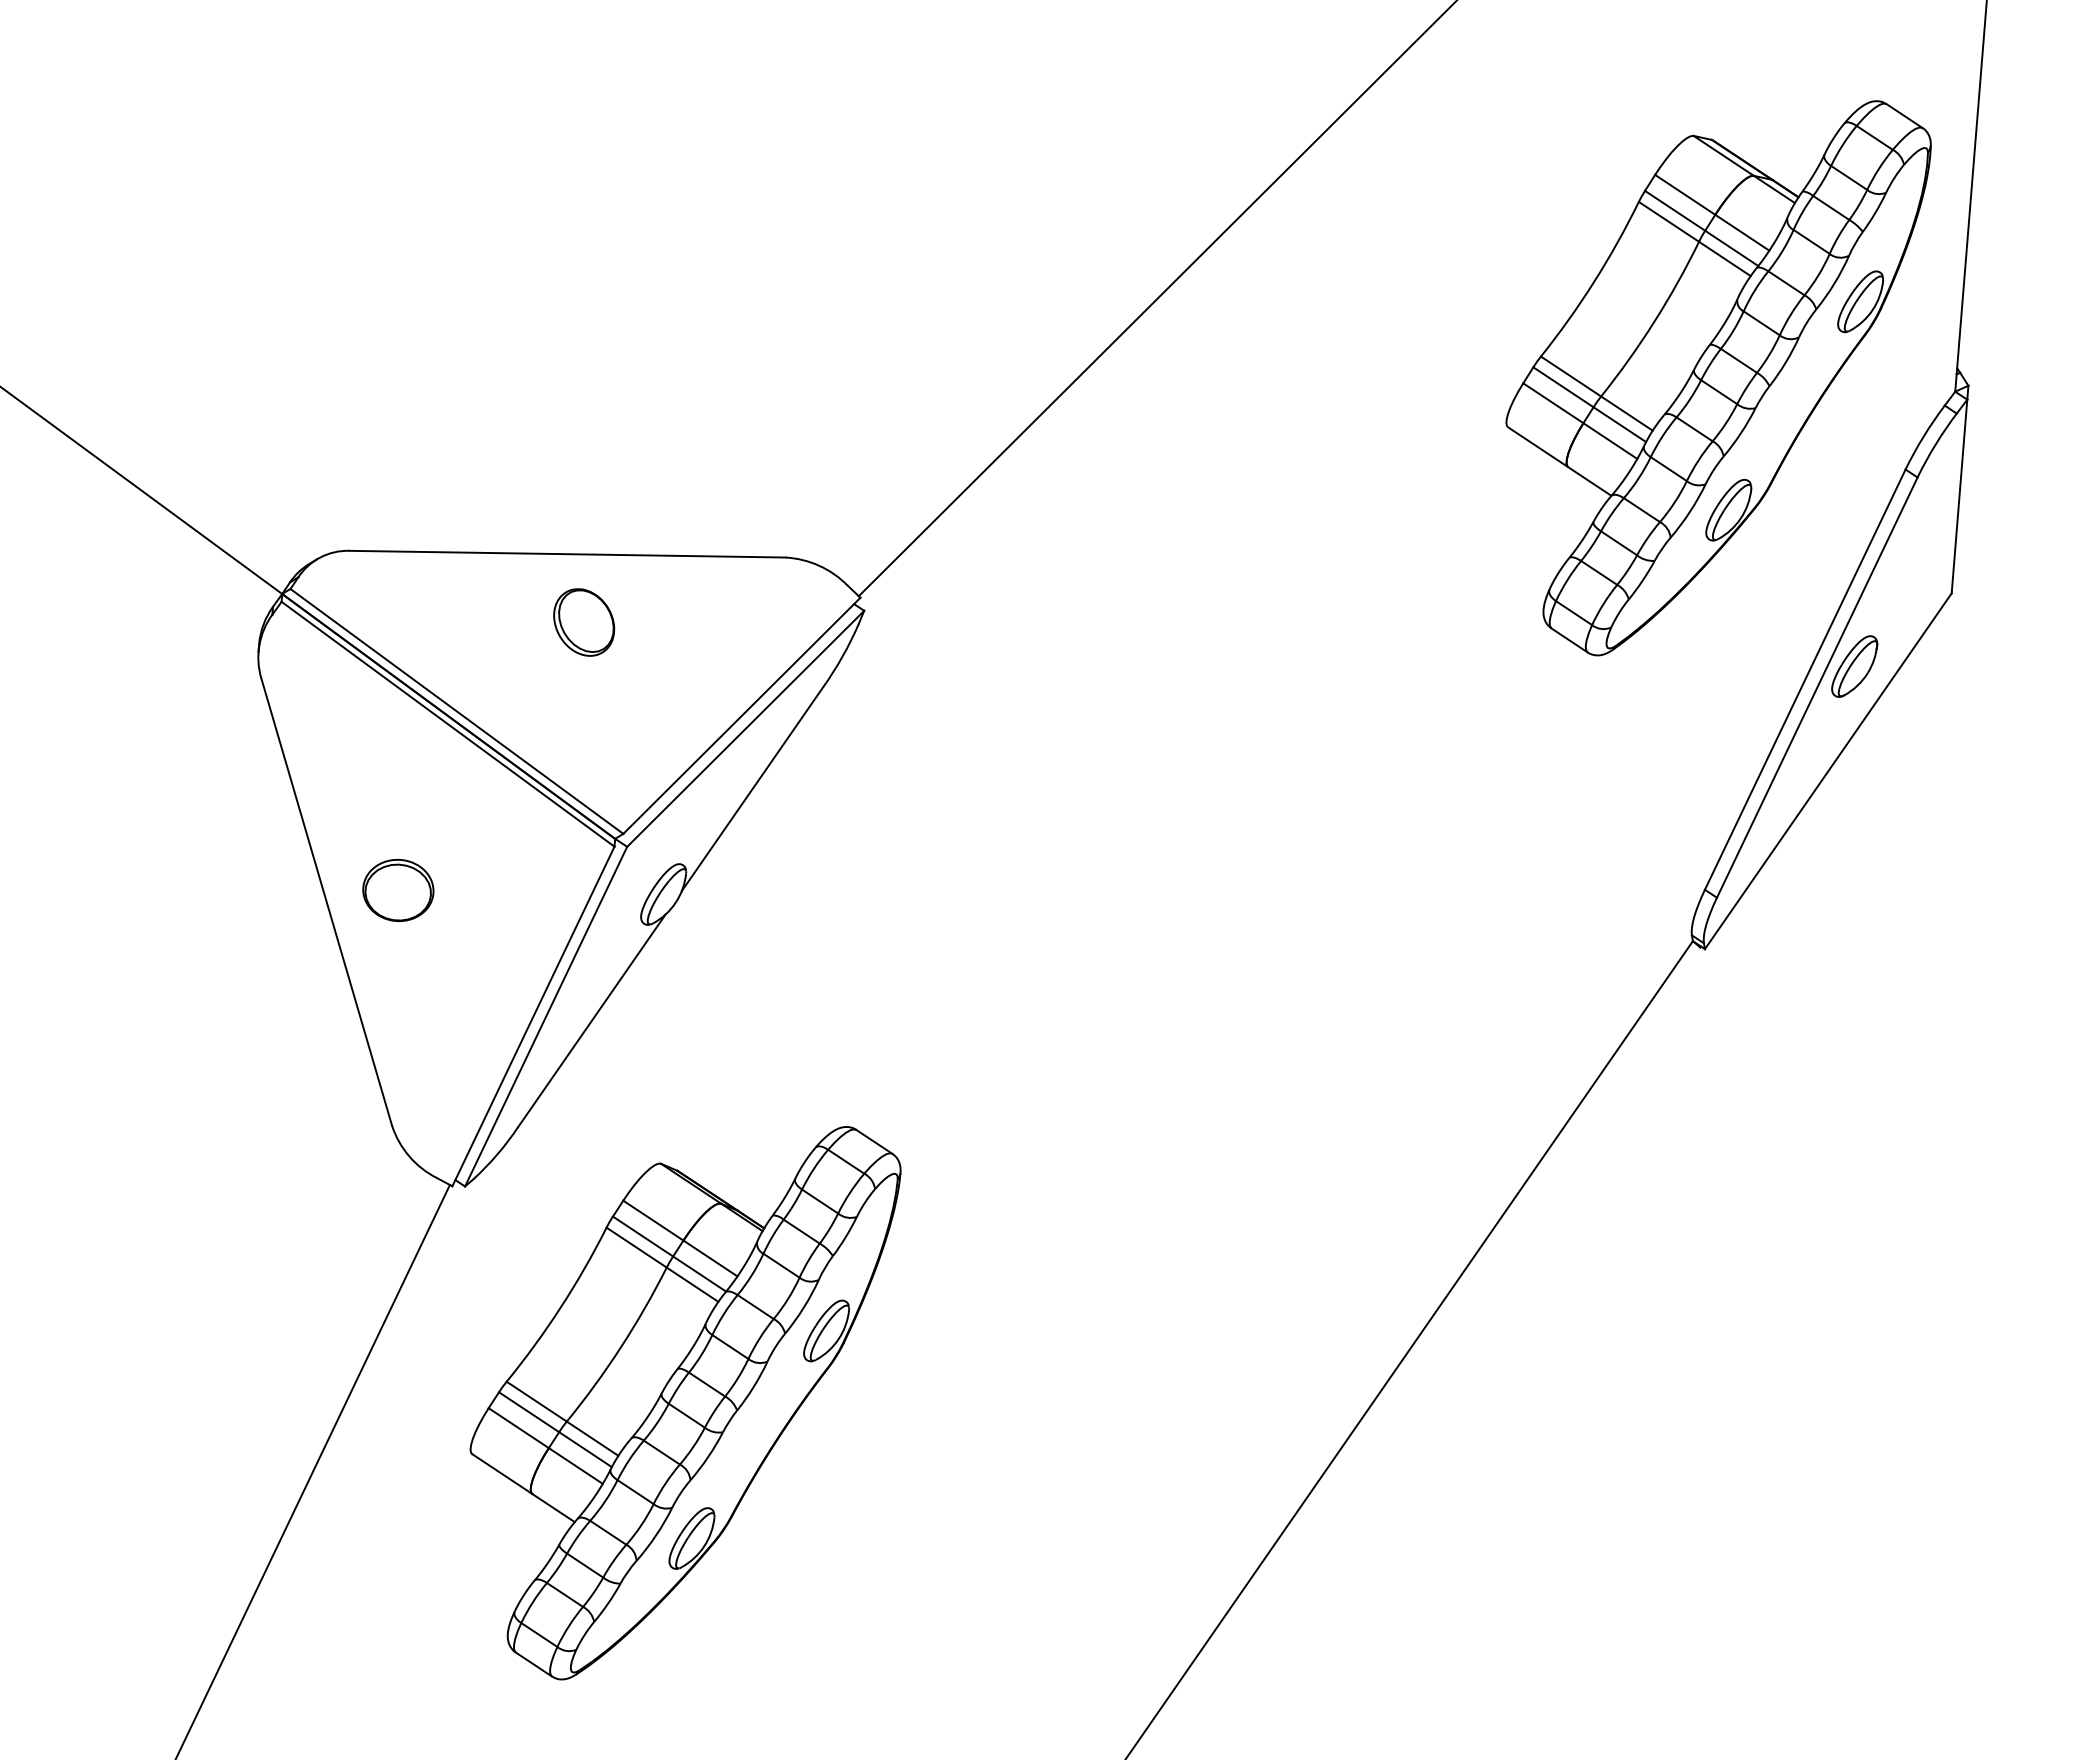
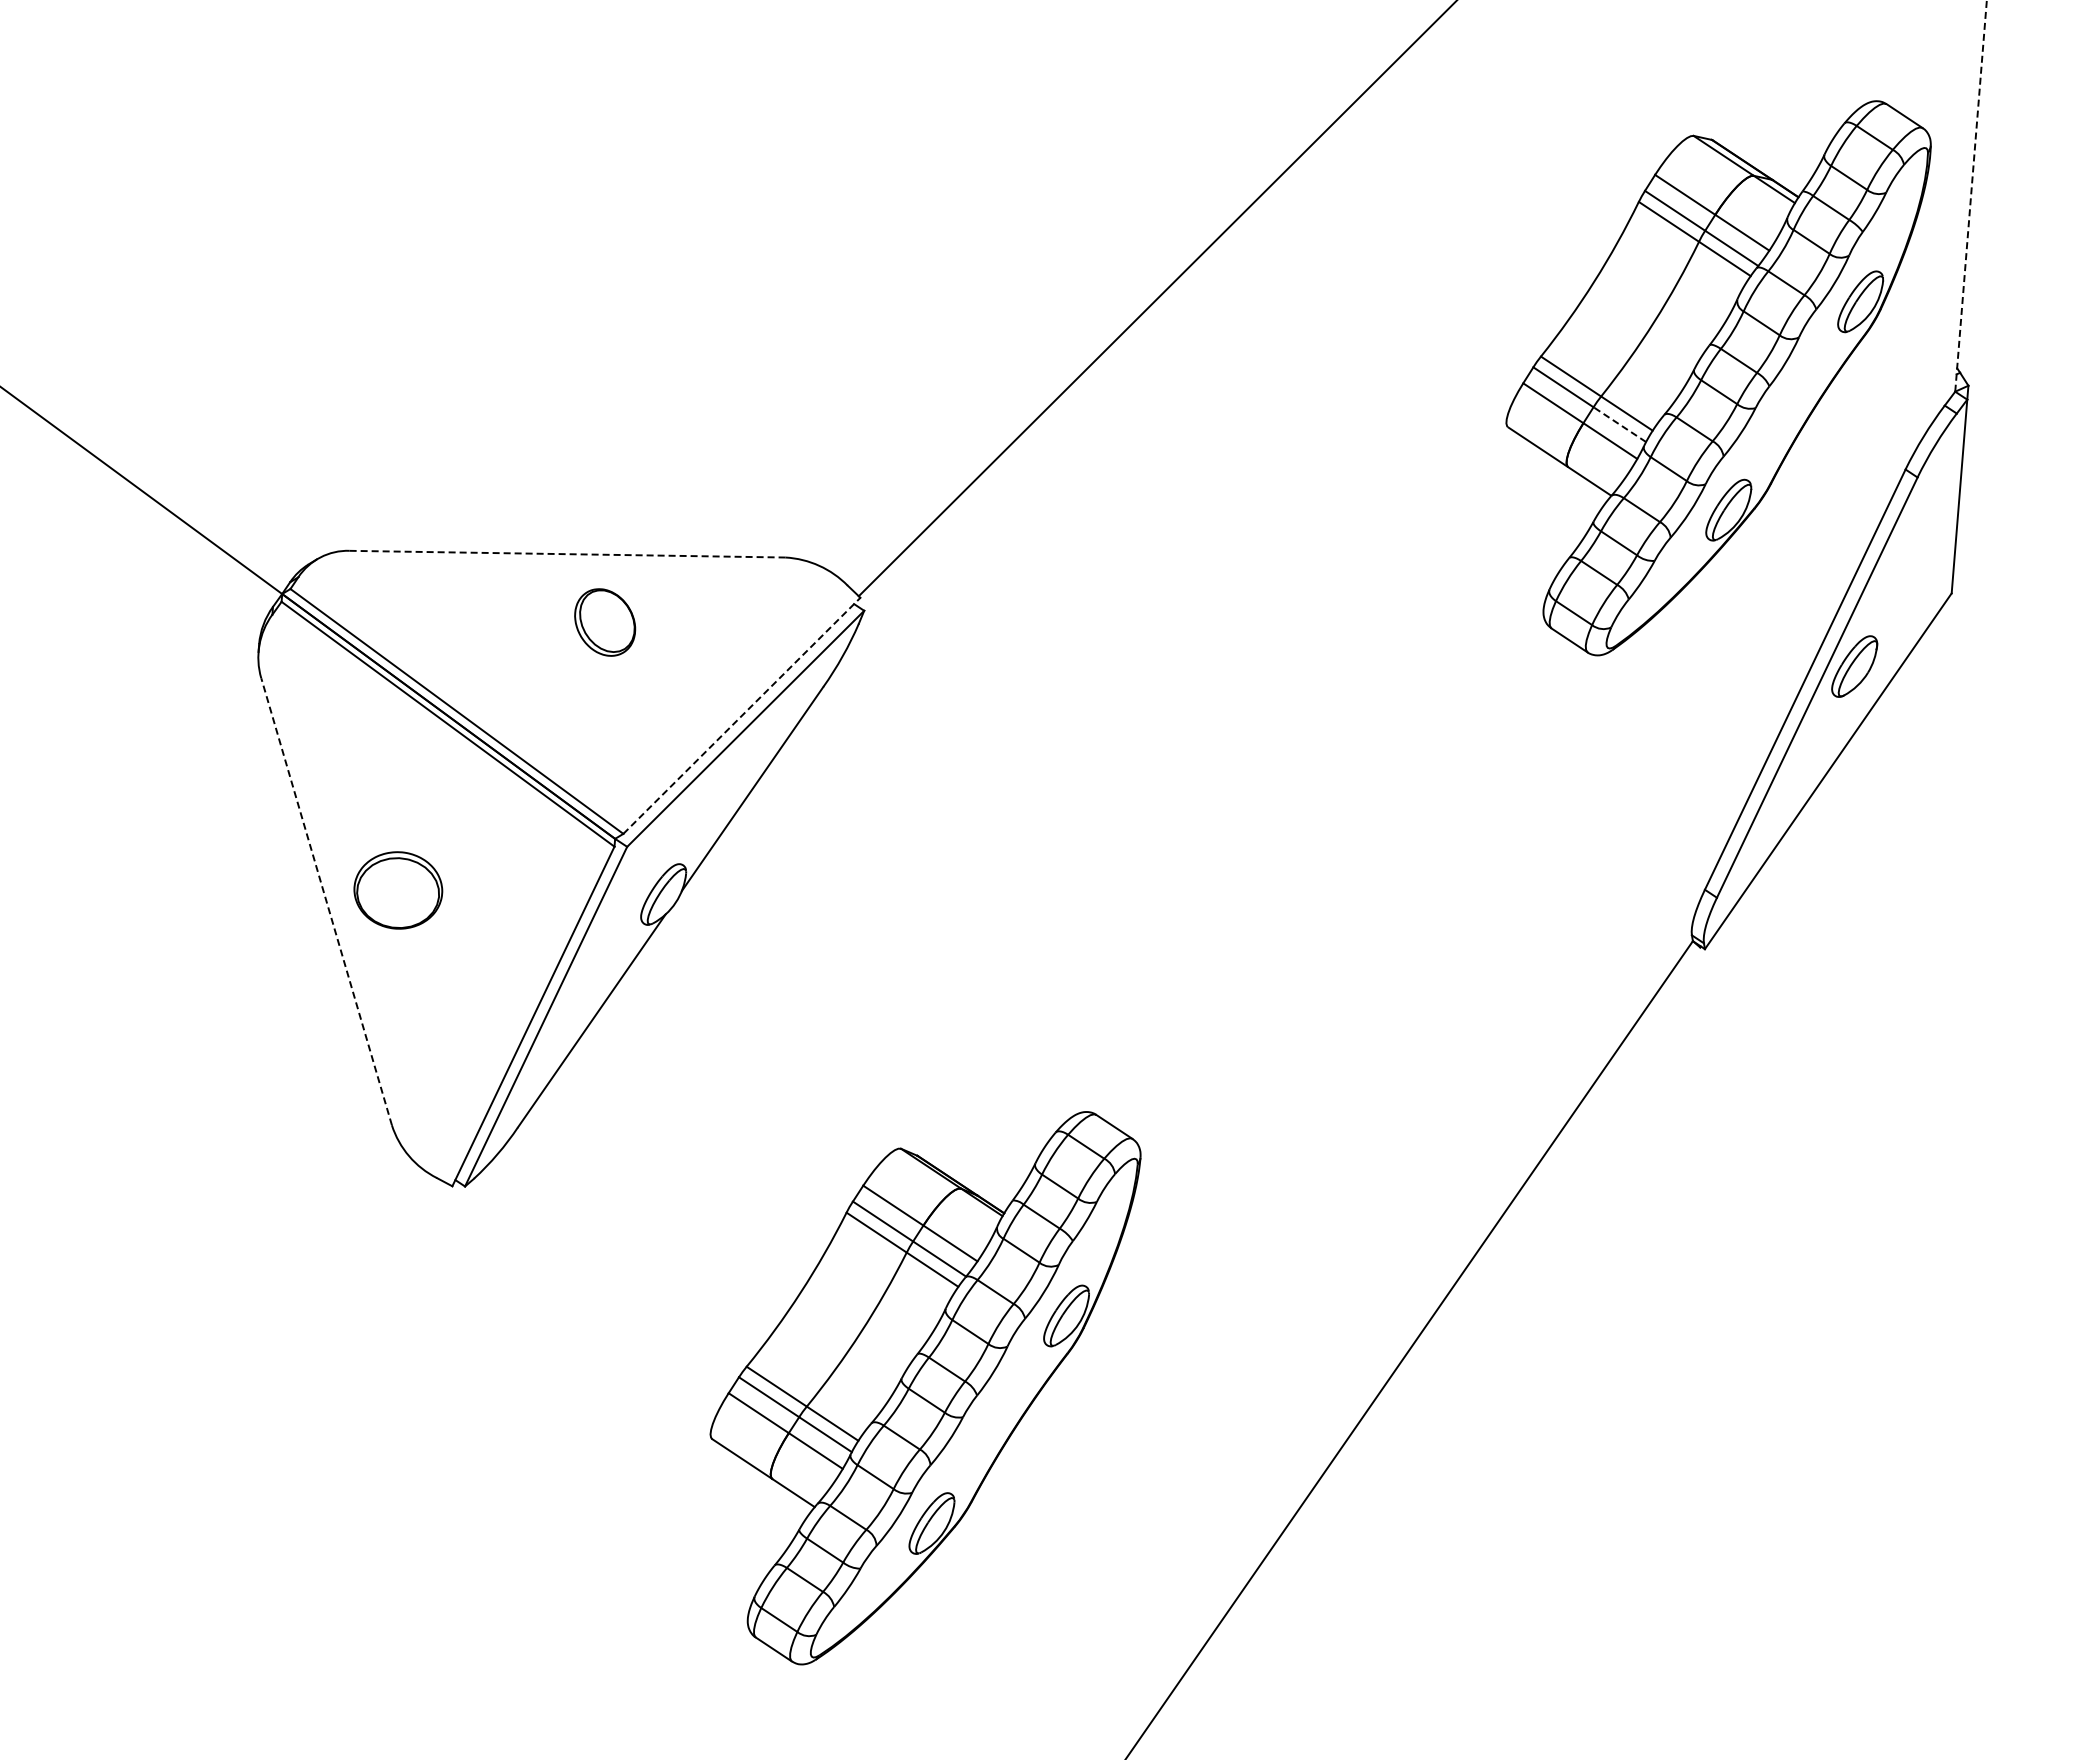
line at (1971, 195): solid -> dashed
line at (1619, 424): solid -> dashed
line at (567, 554): solid -> dashed
part at (584, 622) position: (584, 622) -> (605, 622)
line at (742, 715): solid -> dashed
part at (398, 890) size: 73x65 px -> 91x79 px
line at (326, 901): solid -> dashed
part at (685, 1403) position: (685, 1403) -> (925, 1388)
line at (313, 1470): present -> none
